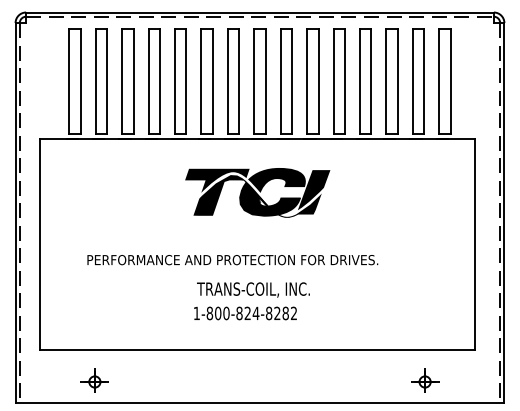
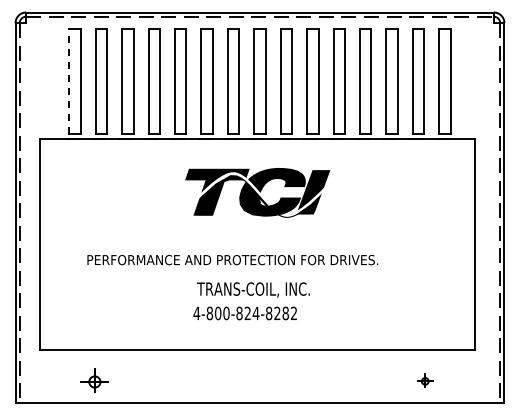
line at (69, 81): solid -> dashed
text at (196, 312): 1-800-824-8282 -> 4-800-824-8282
part at (425, 380) size: 29x25 px -> 17x15 px
